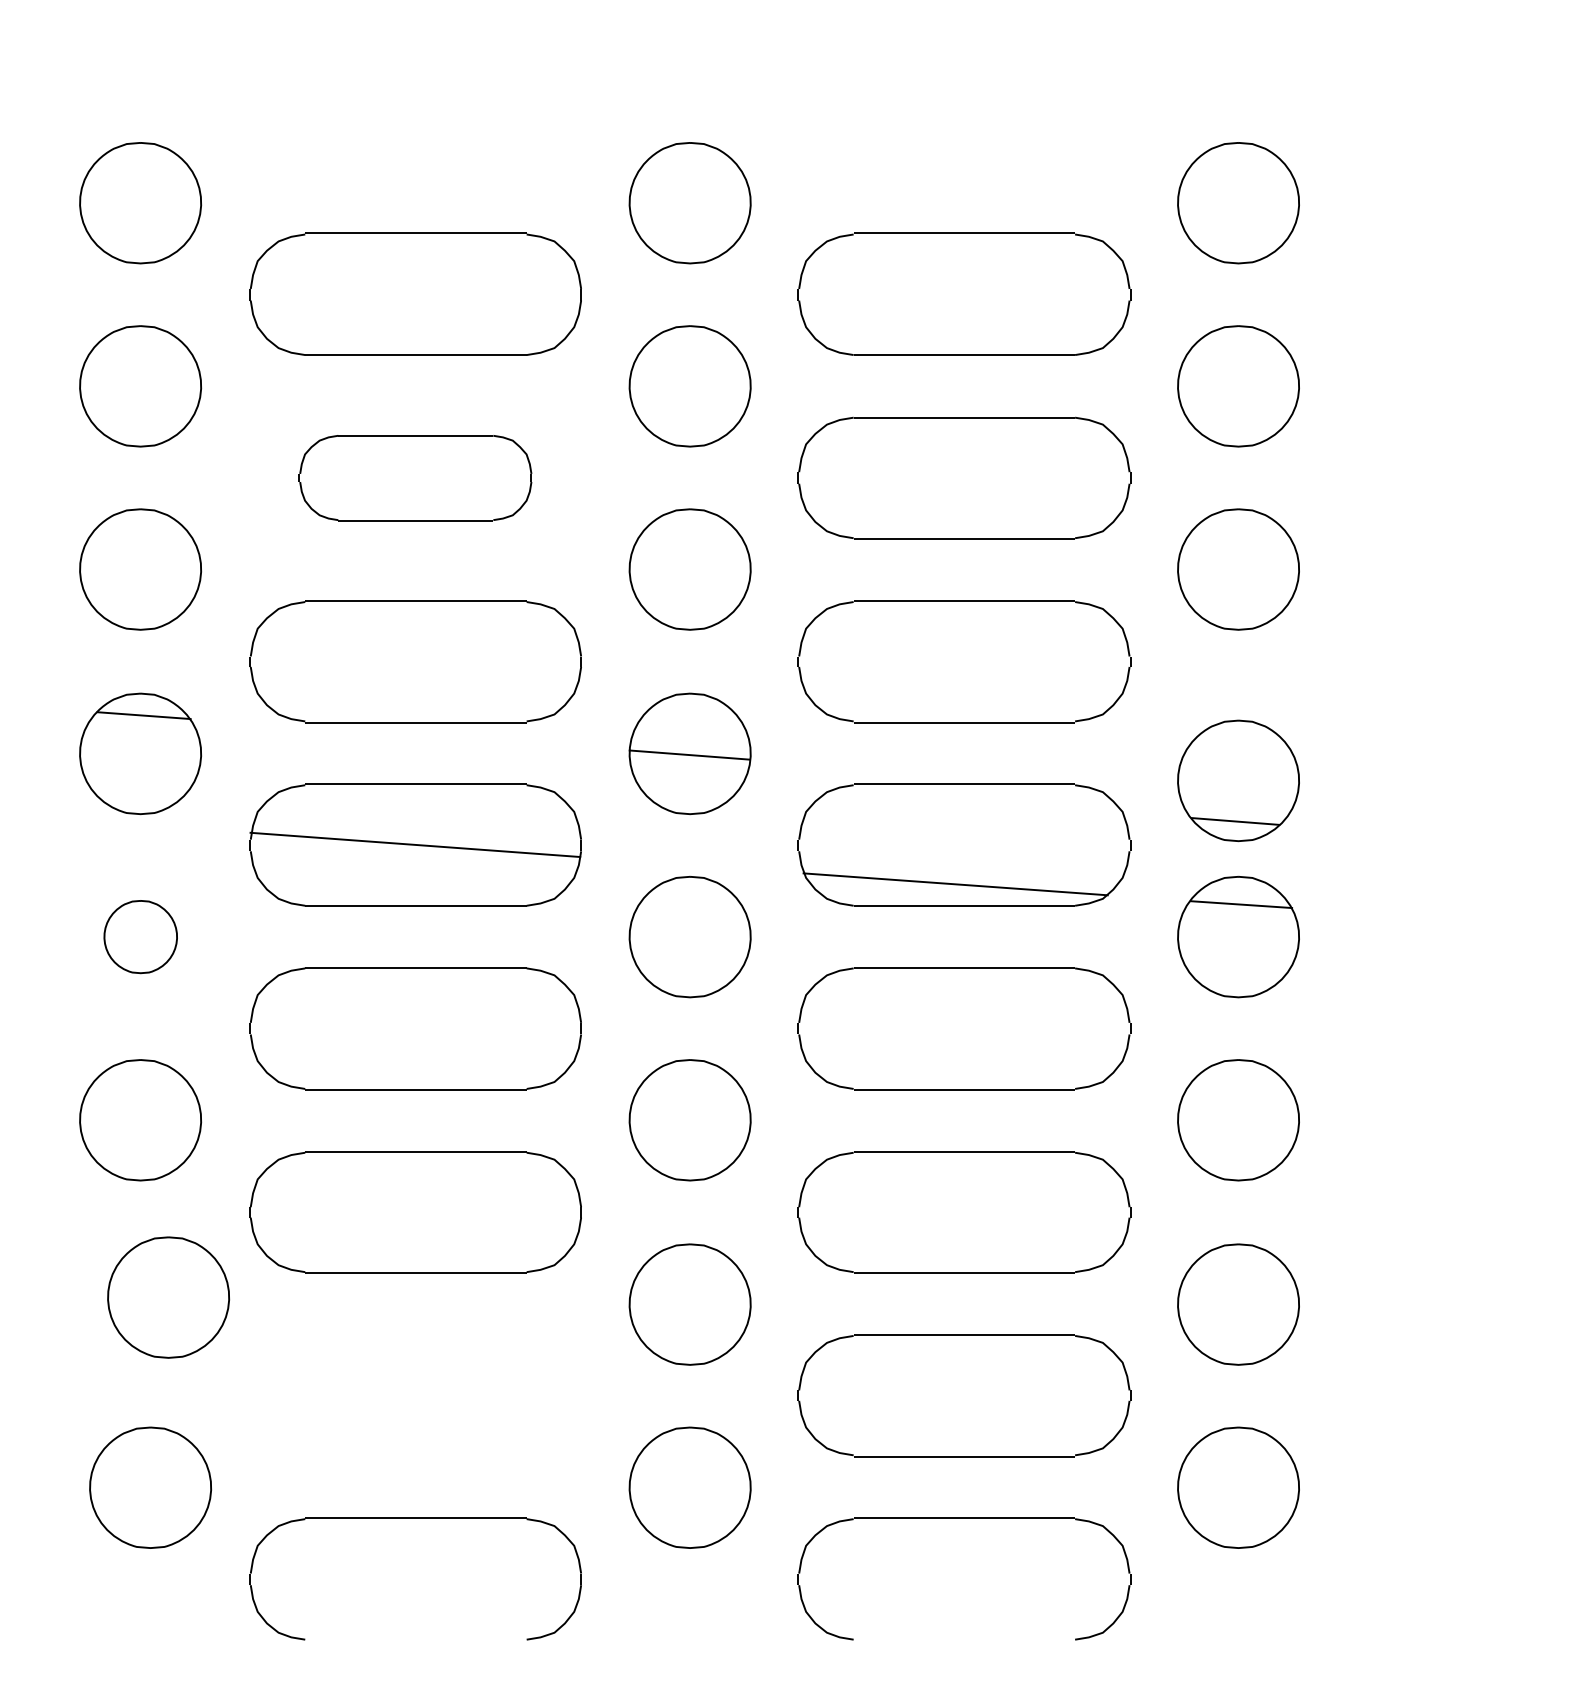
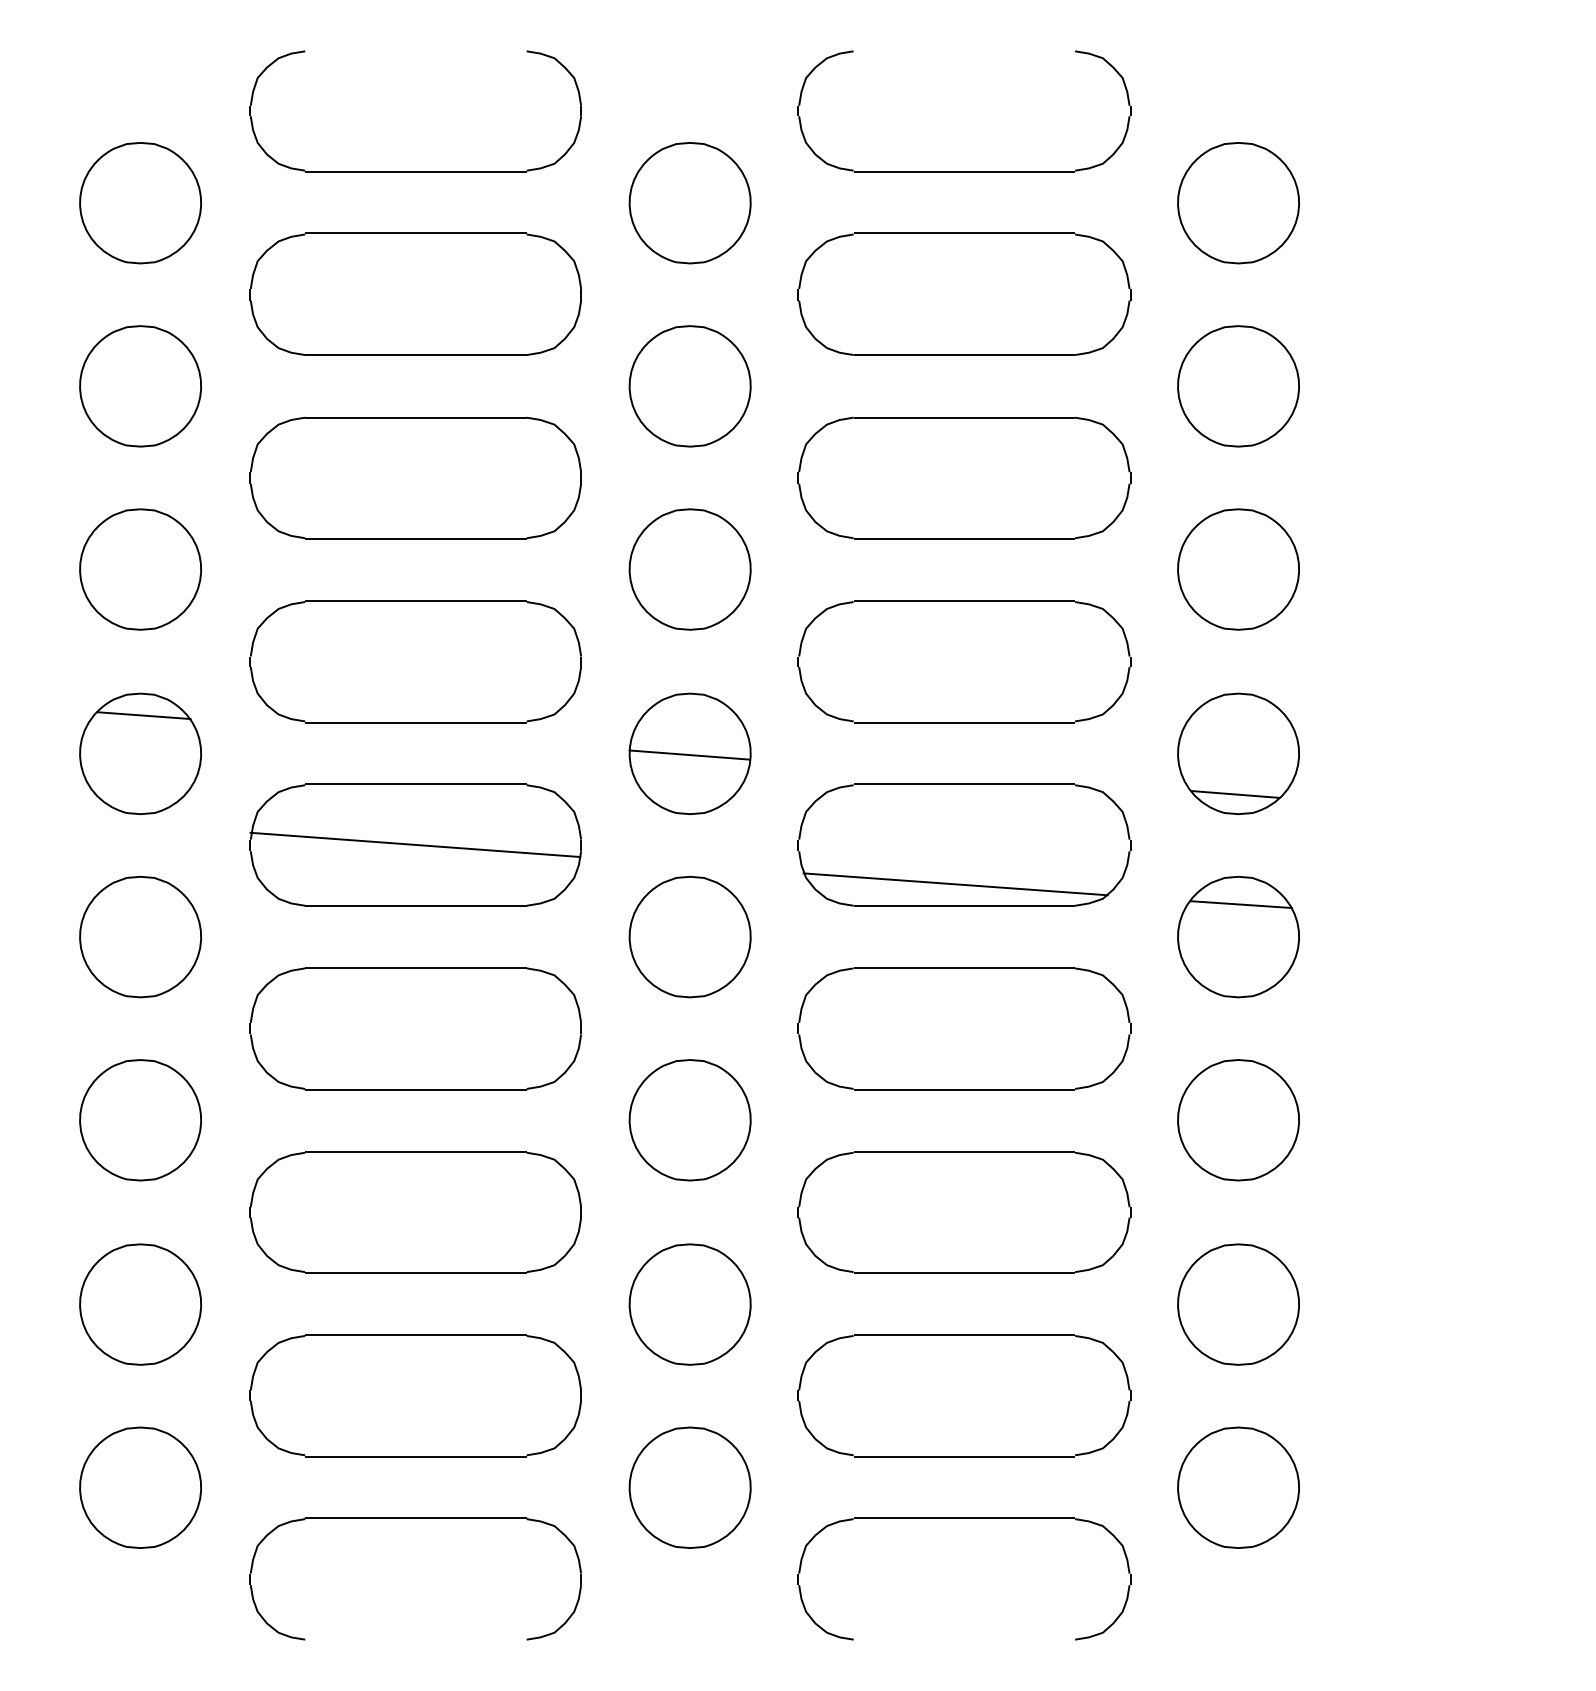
part at (415, 171): none -> present
part at (964, 171): none -> present
part at (415, 478) size: 235x87 px -> 333x124 px
part at (1238, 780) position: (1238, 780) -> (1238, 753)
part at (140, 937) size: 75x75 px -> 124x124 px
part at (168, 1297) position: (168, 1297) -> (140, 1304)
part at (415, 1395): none -> present
part at (150, 1487) position: (150, 1487) -> (140, 1487)
